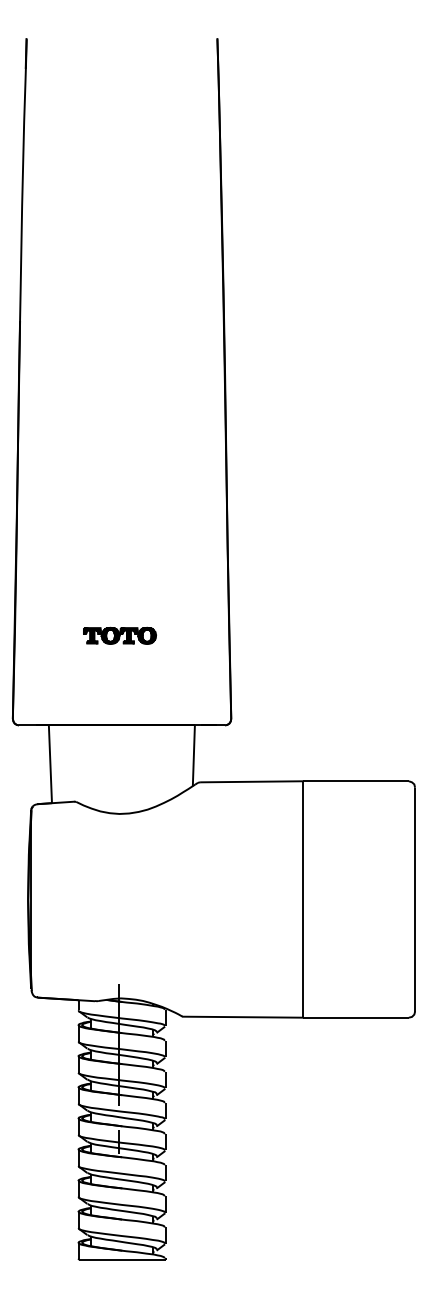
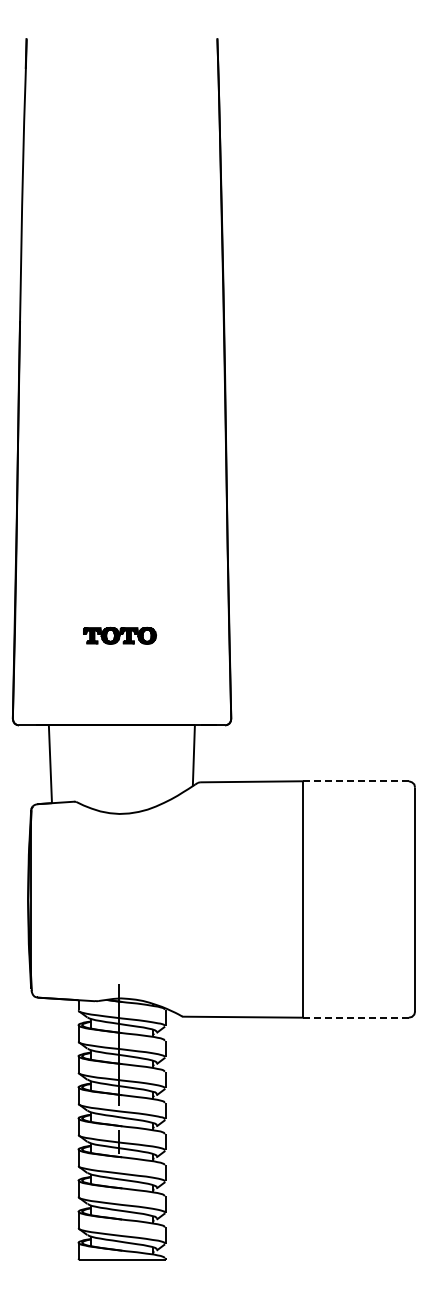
line at (356, 781): solid -> dashed
line at (356, 1017): solid -> dashed
